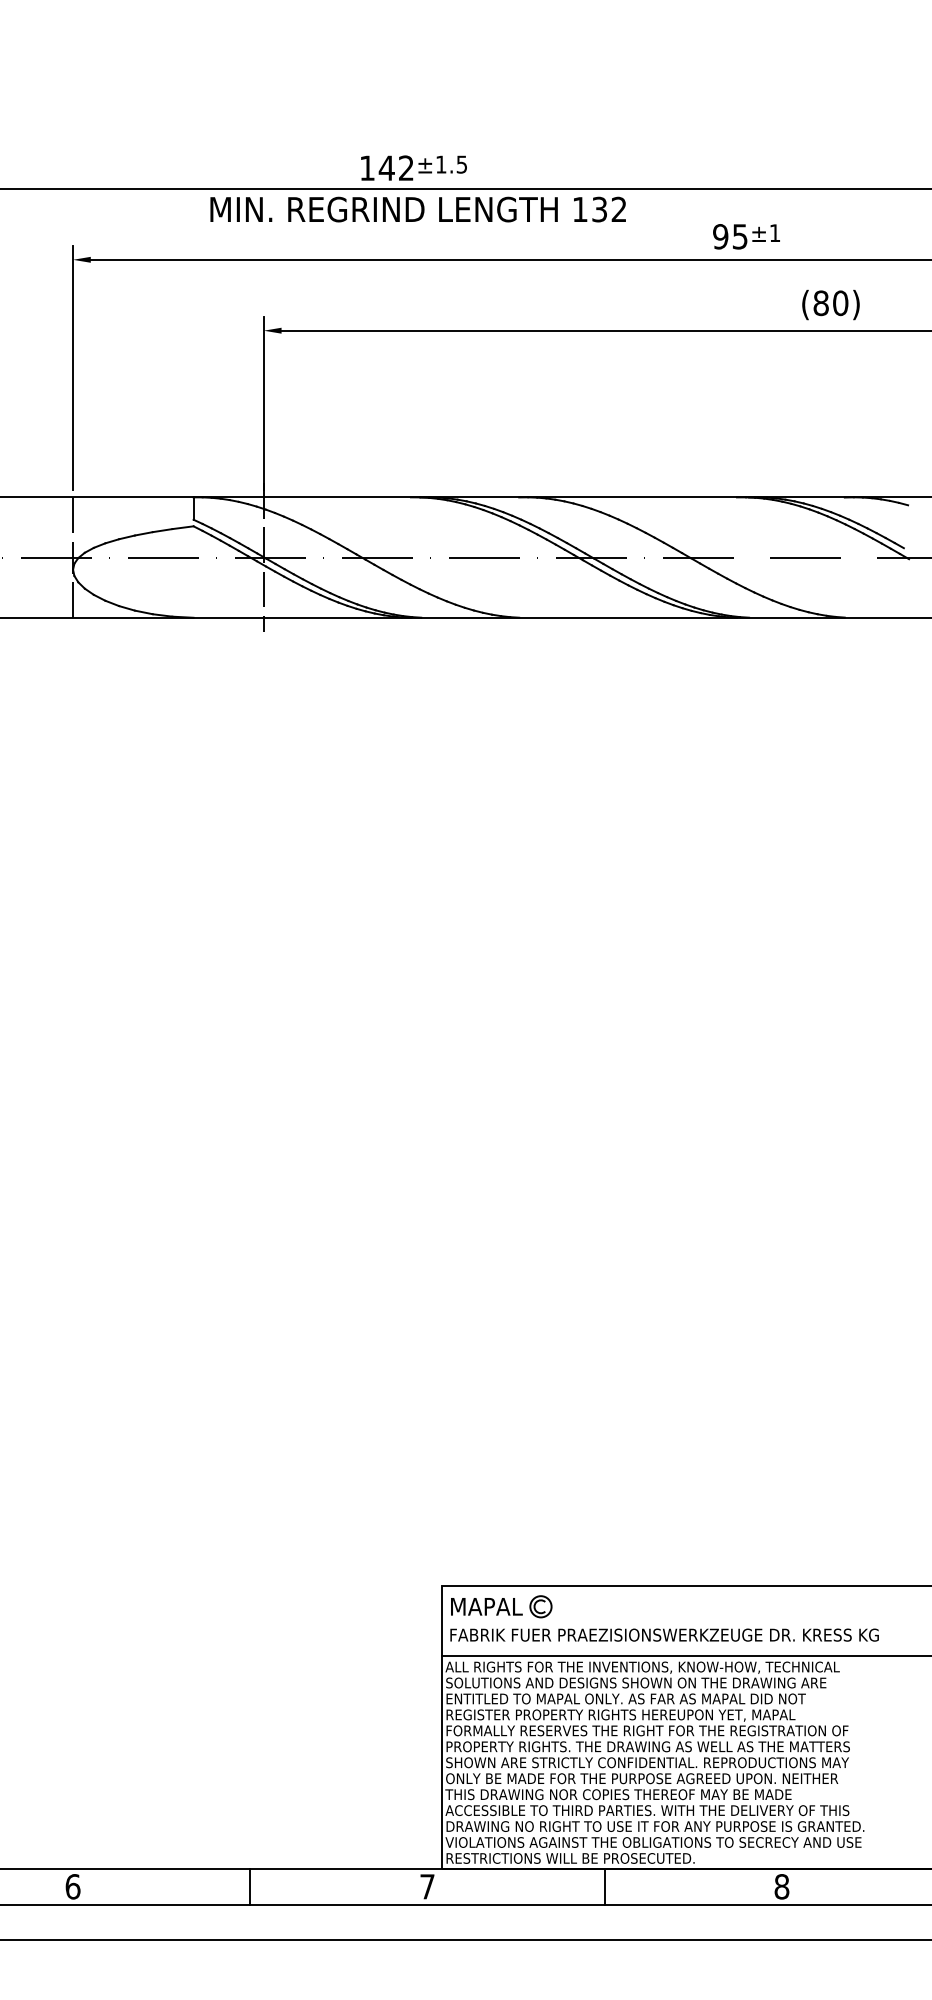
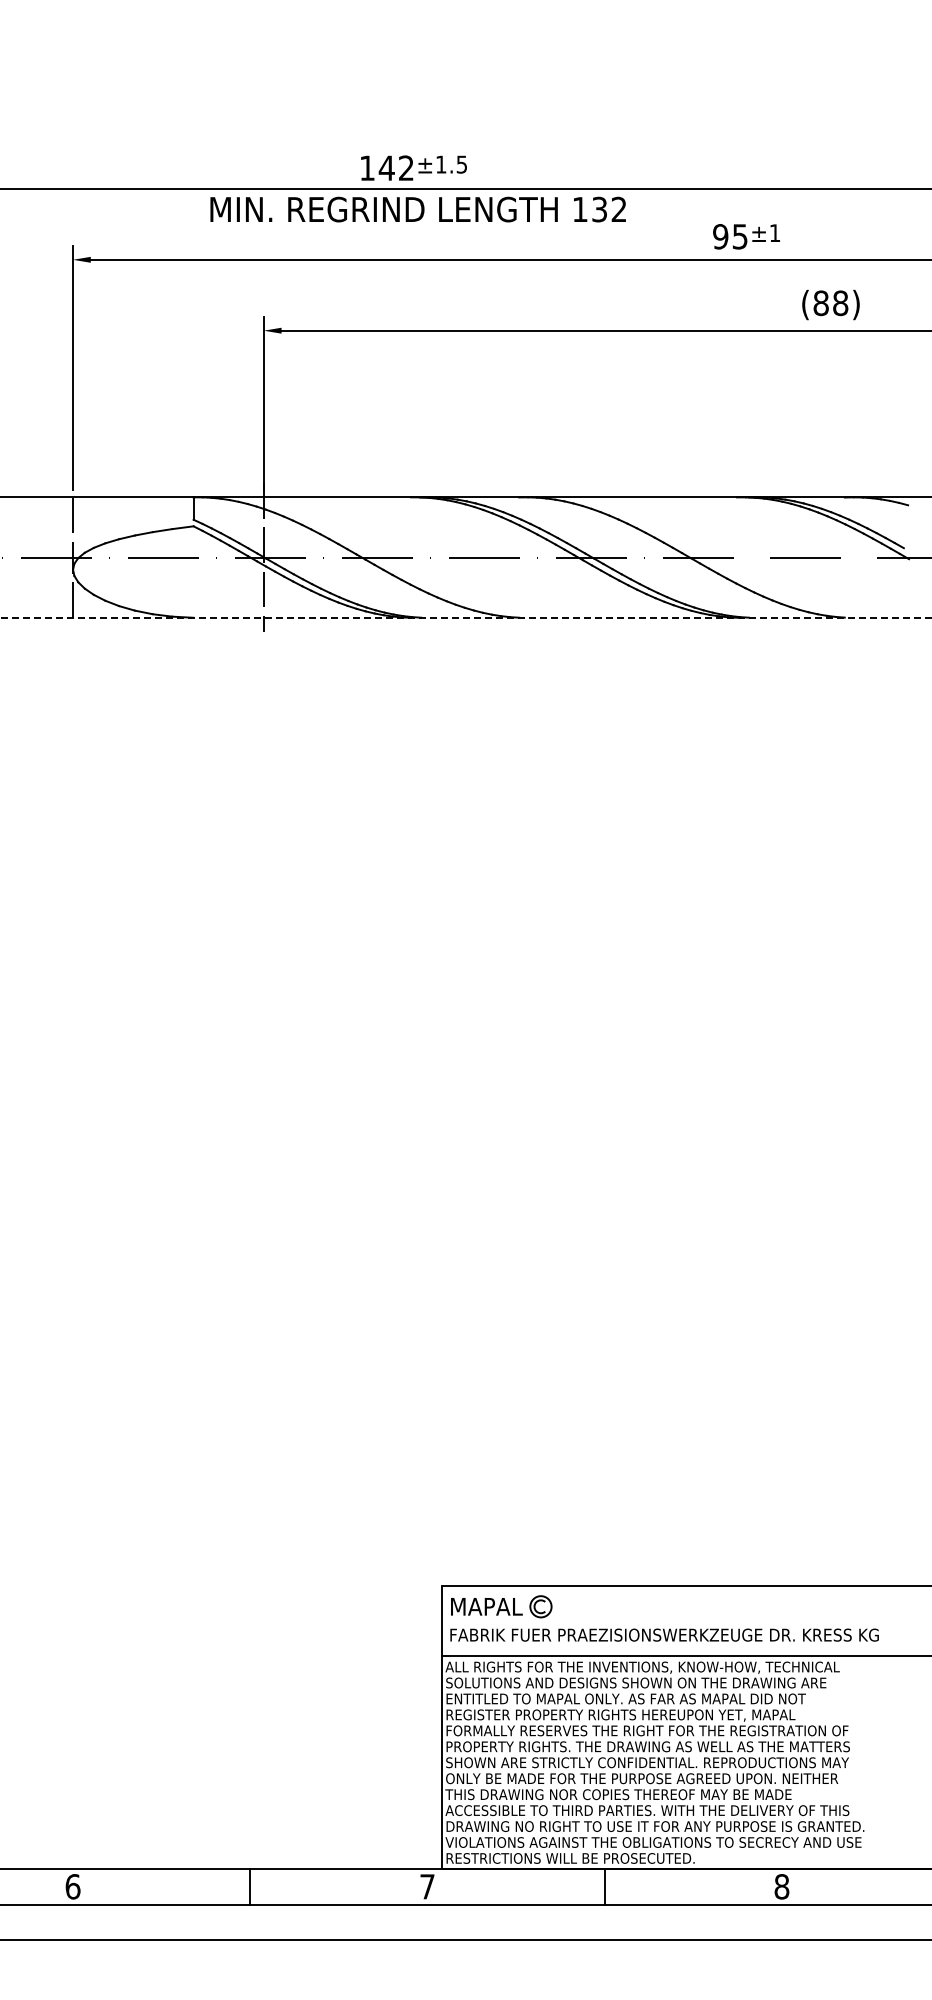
text at (840, 302): (80) -> (88)
line at (466, 617): solid -> dashed
